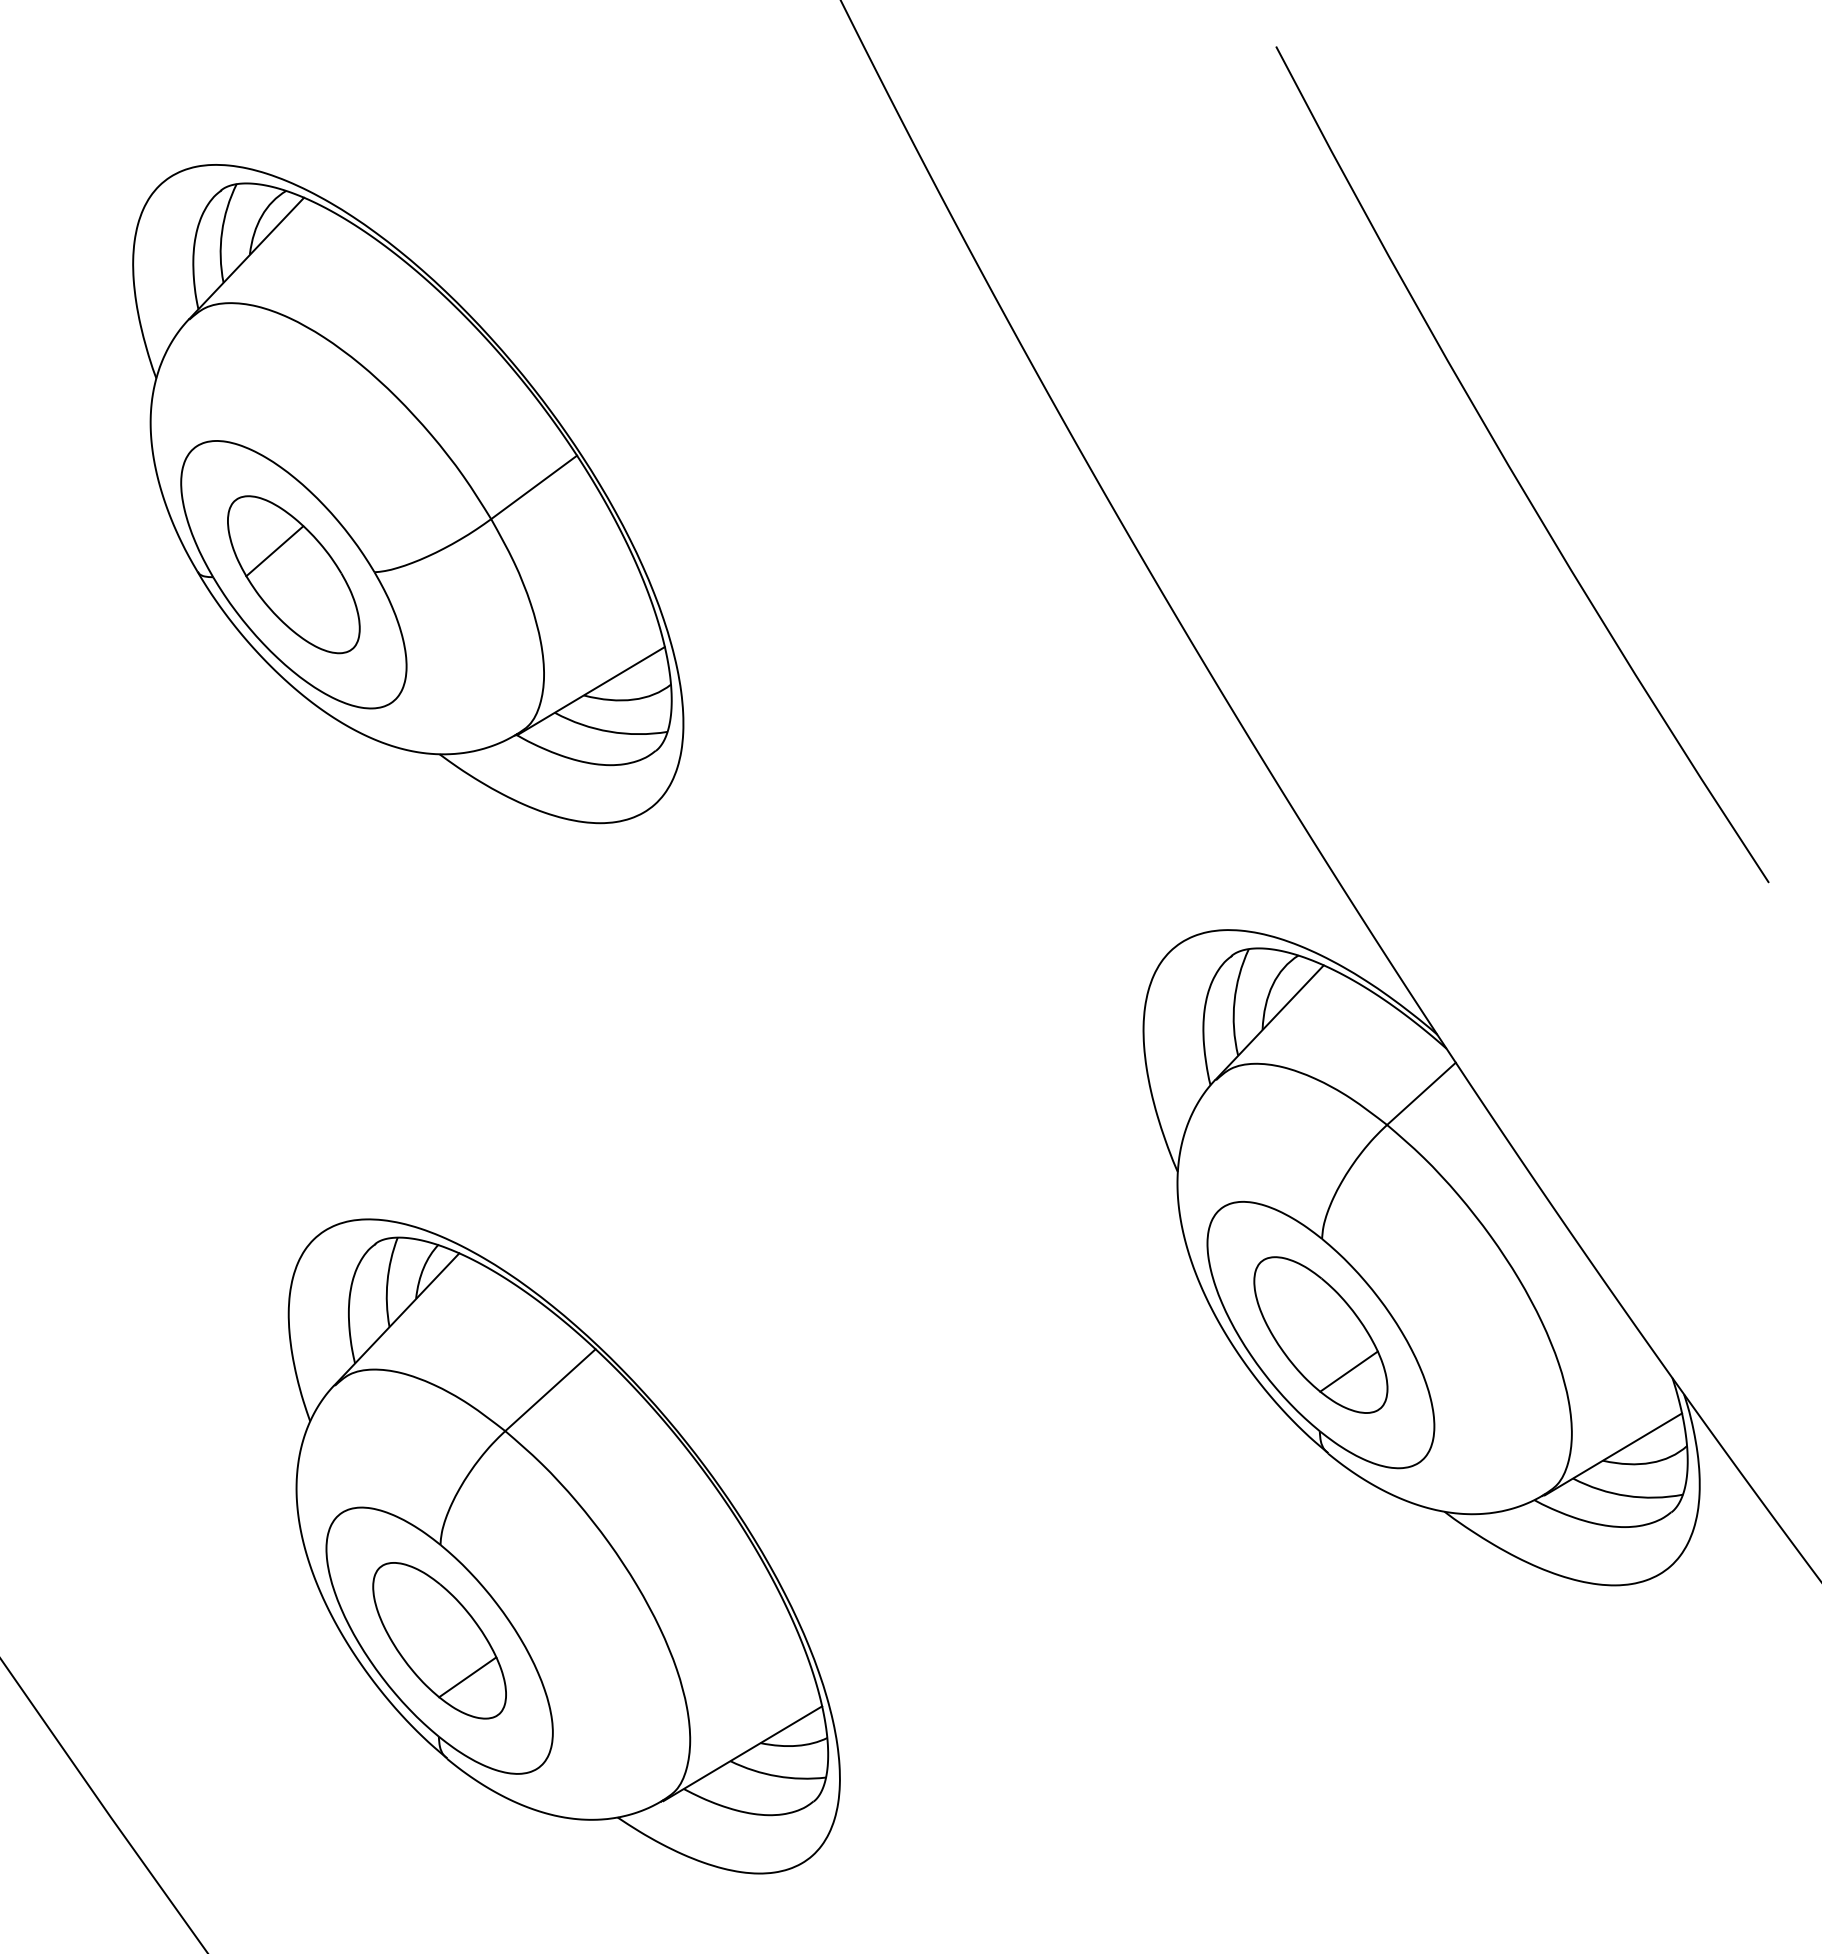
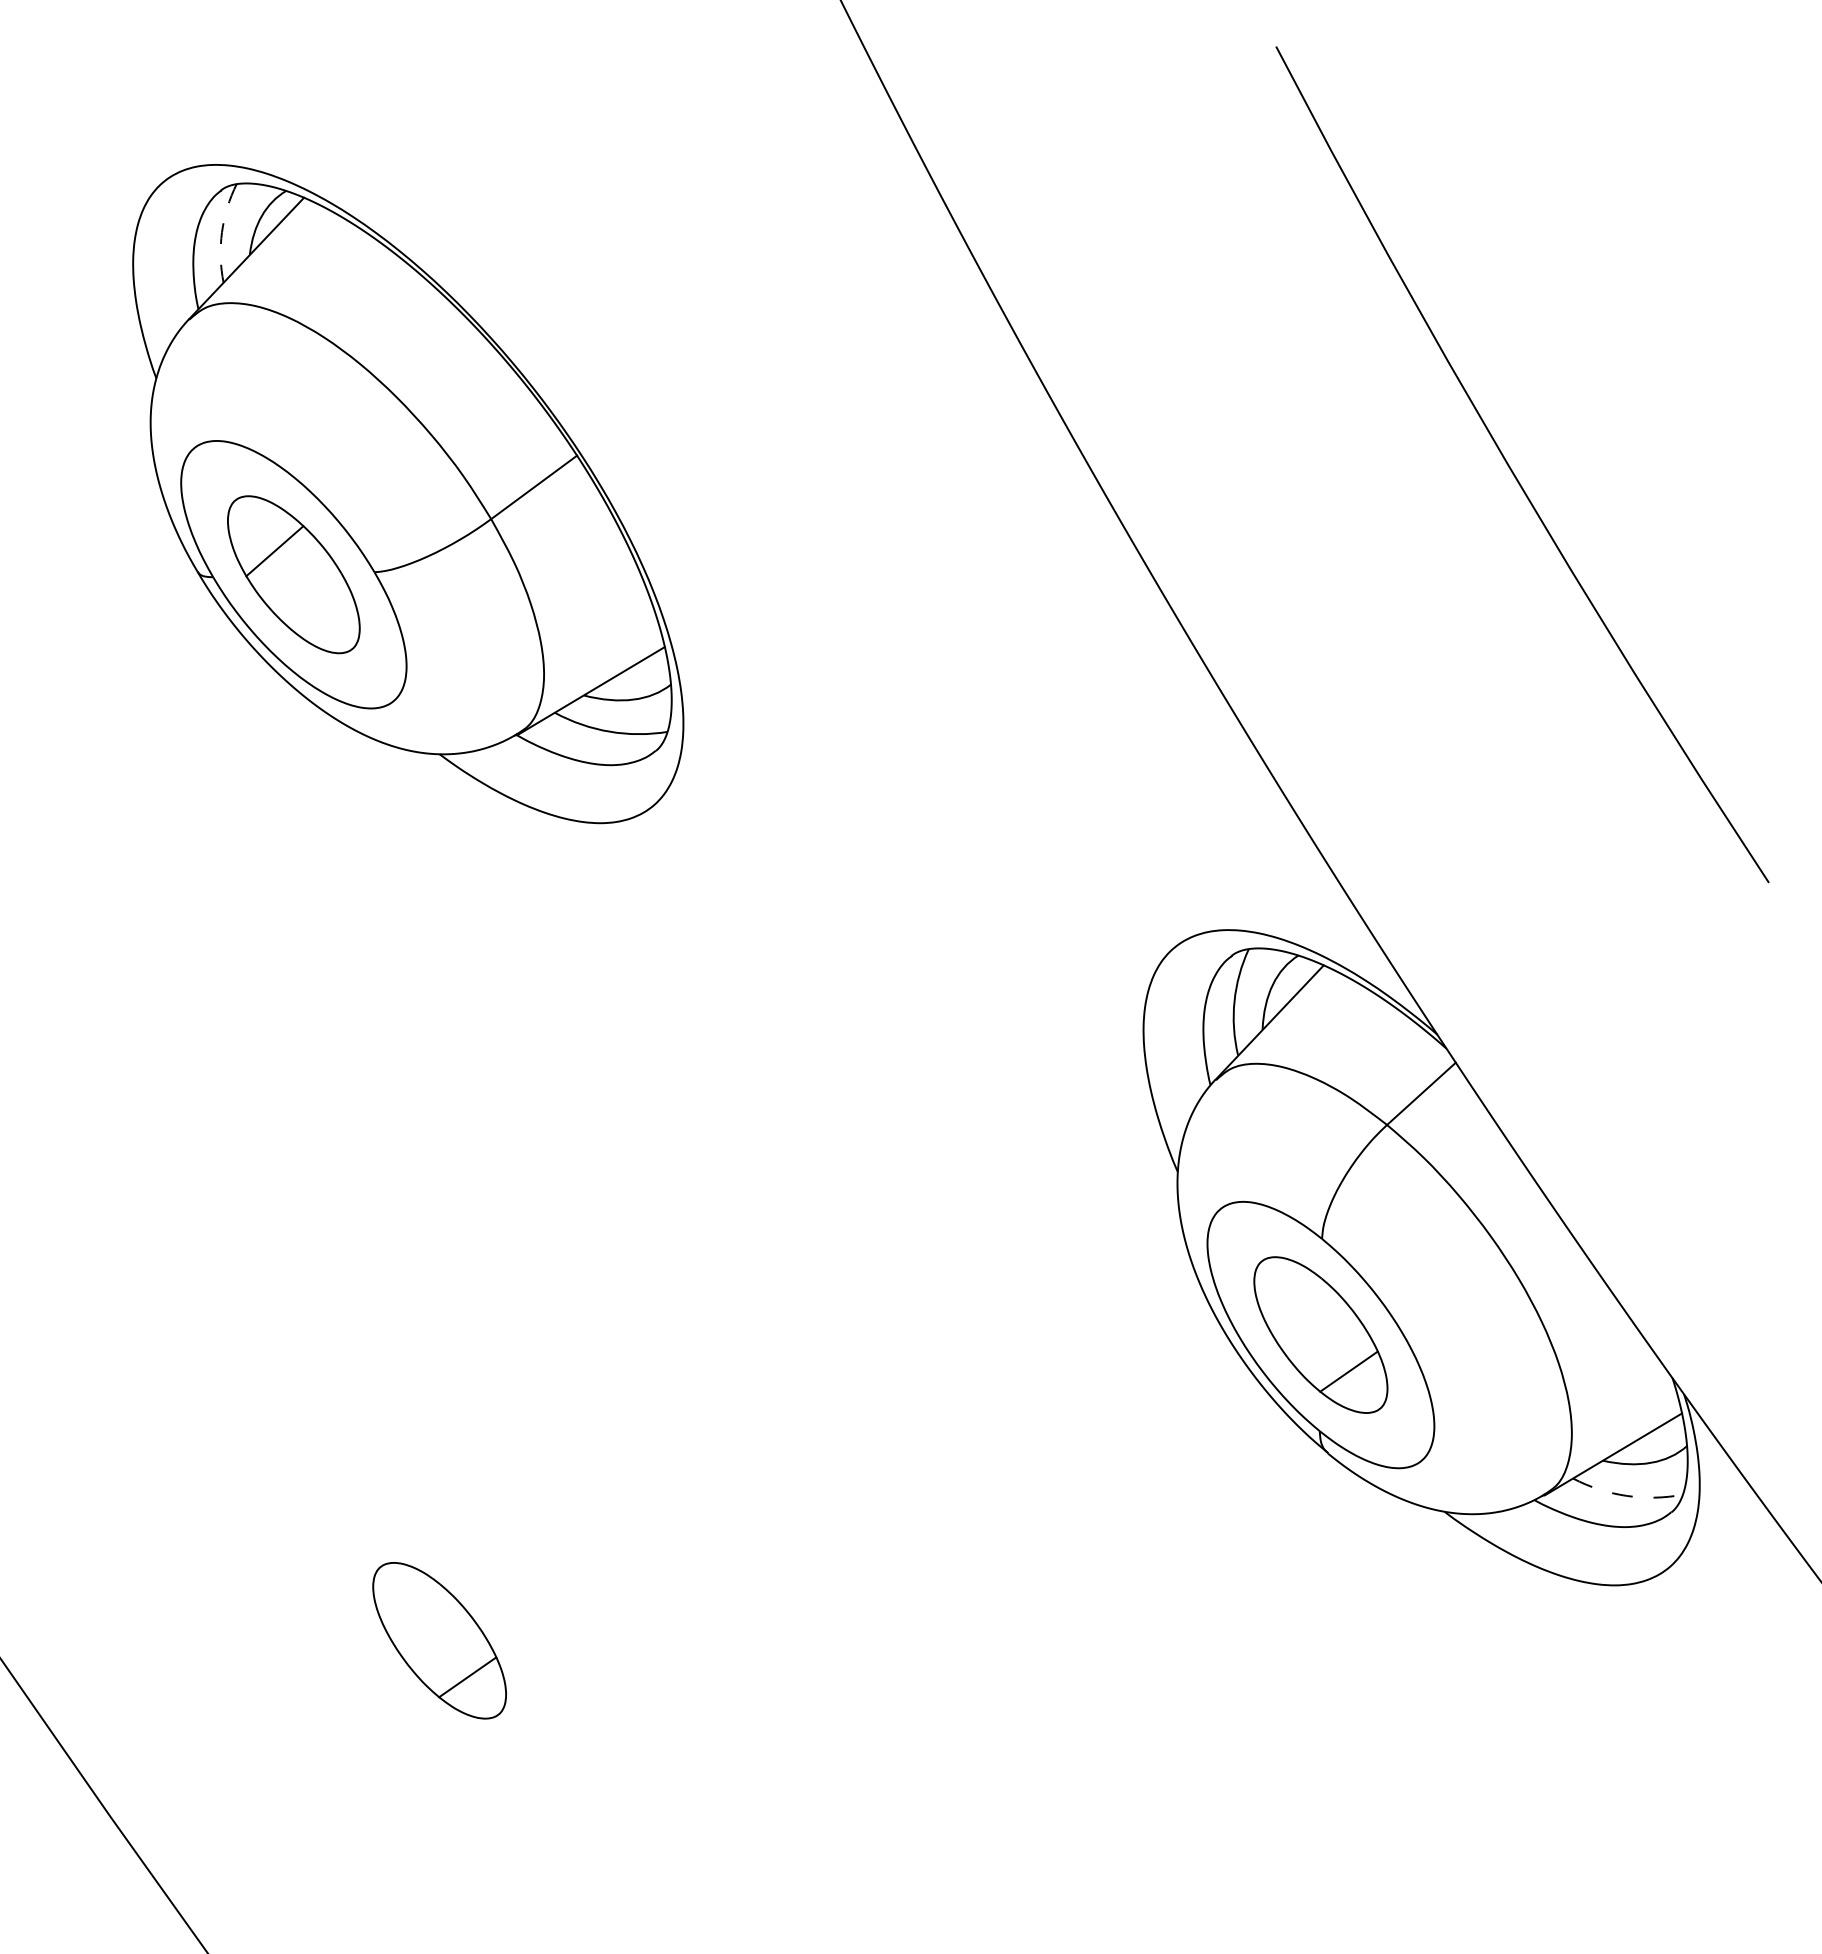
arc at (222, 232): solid -> dashed
arc at (1626, 1495): solid -> dashed
part at (563, 1546): present -> none
